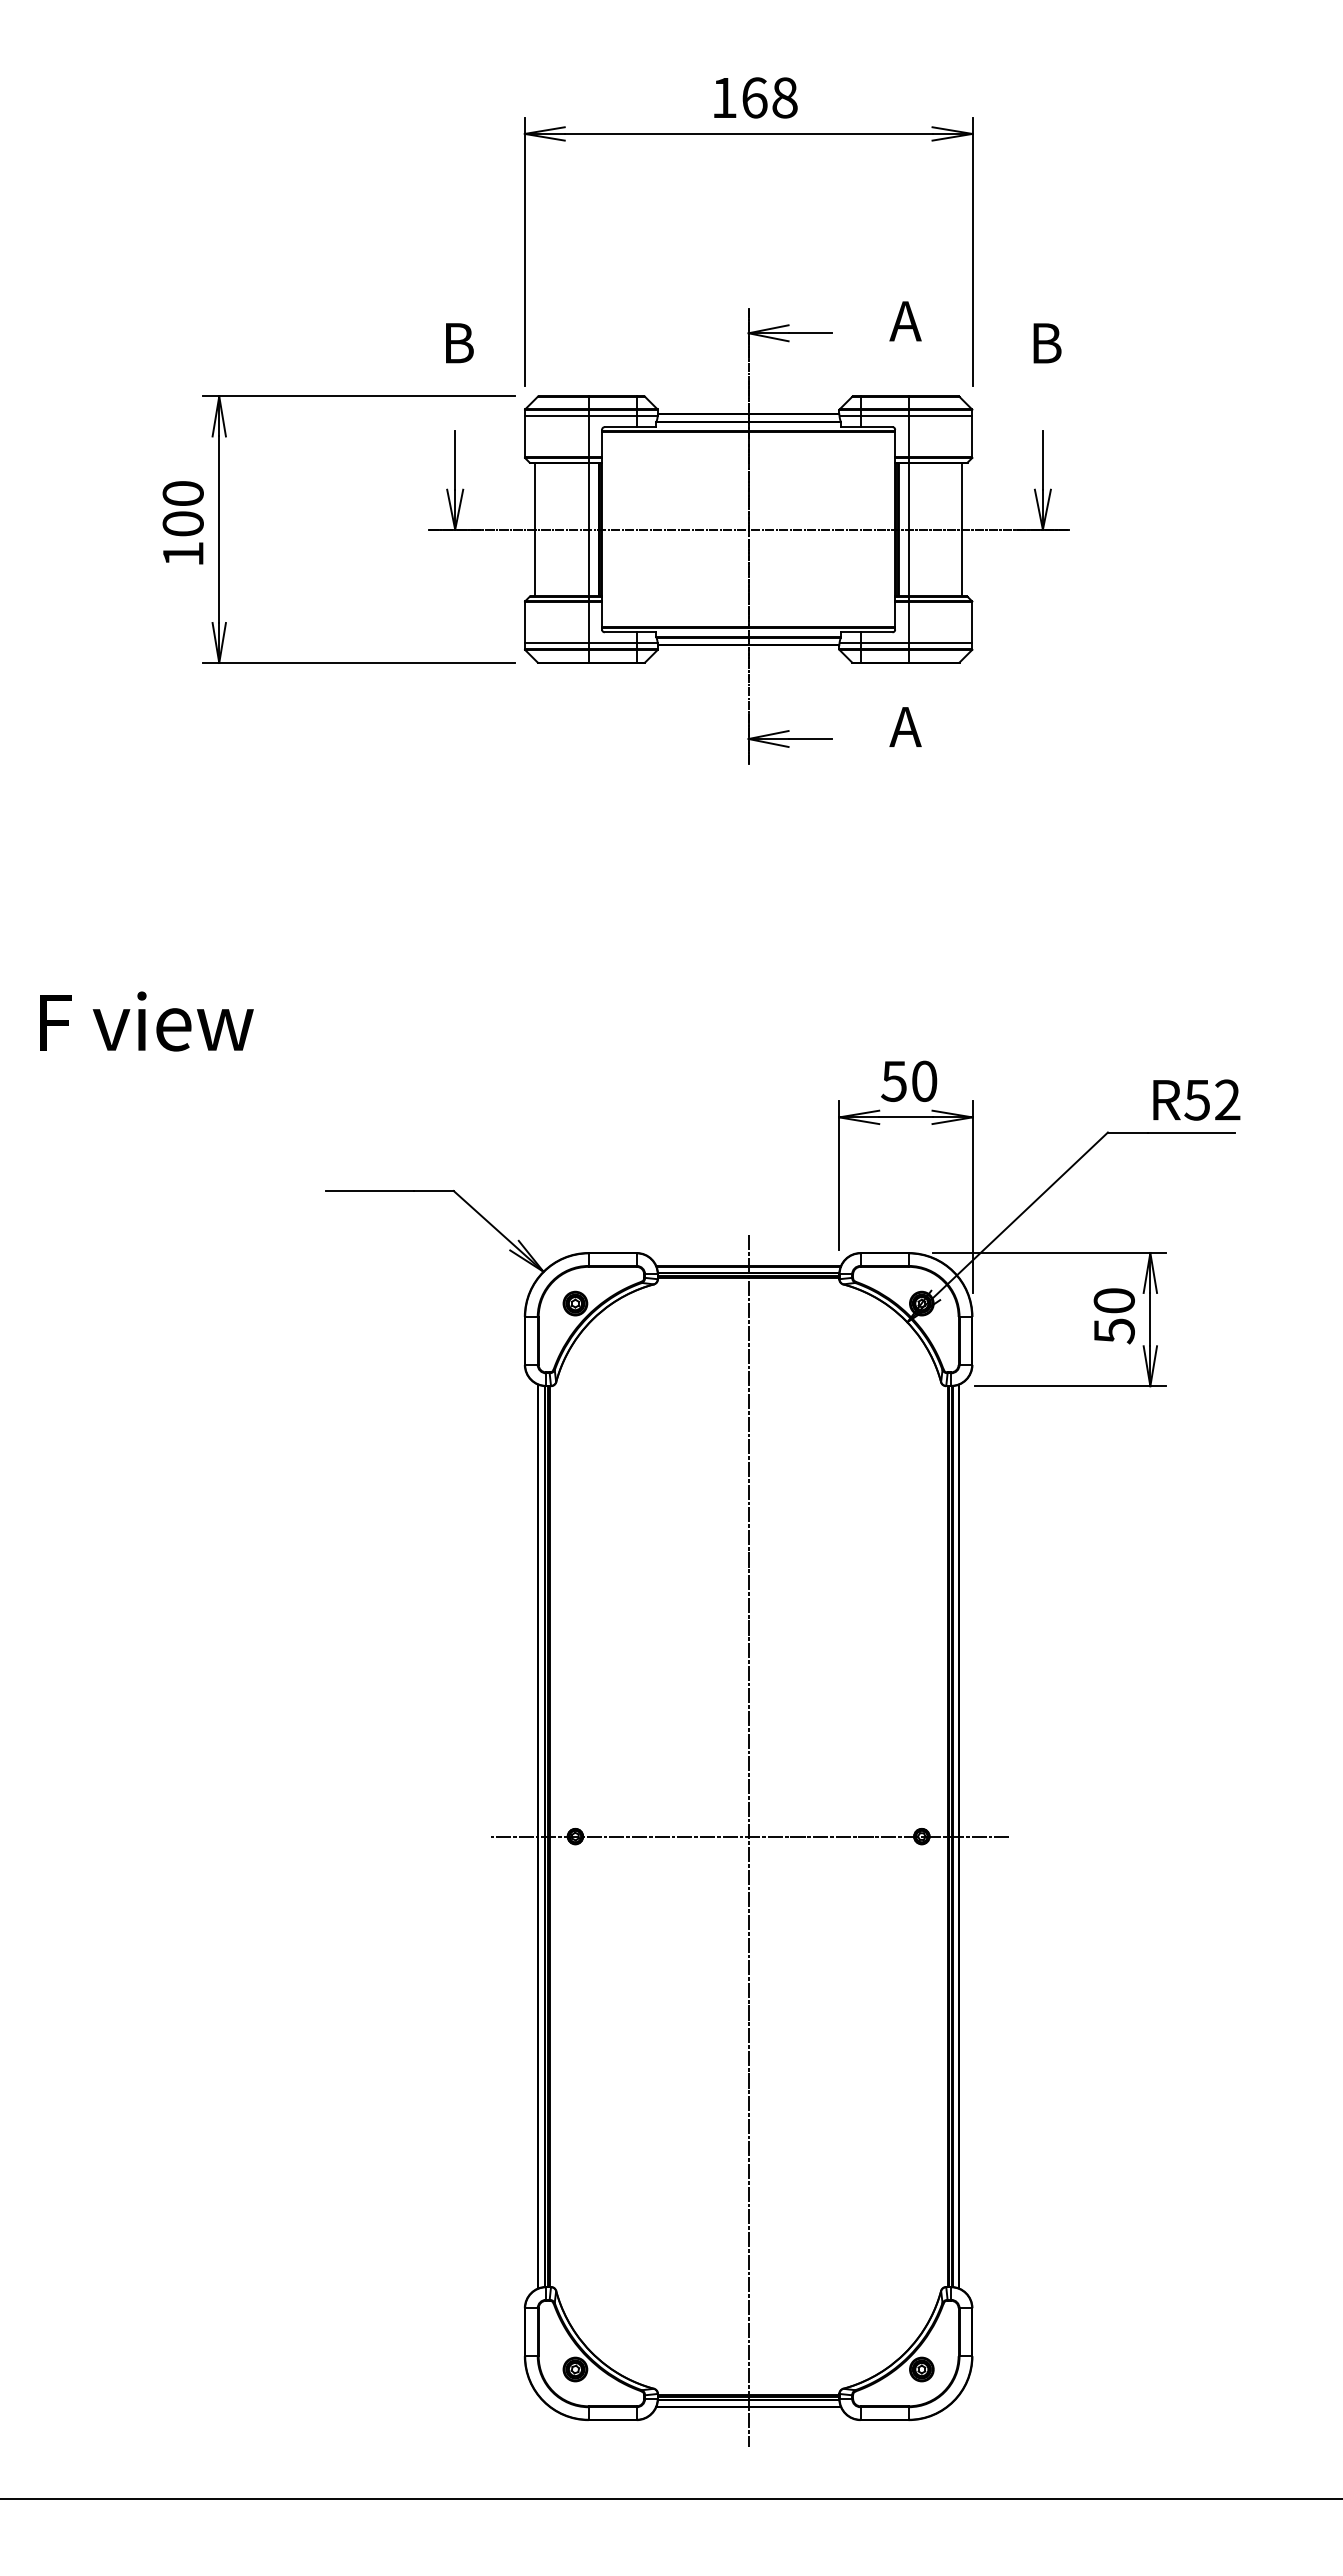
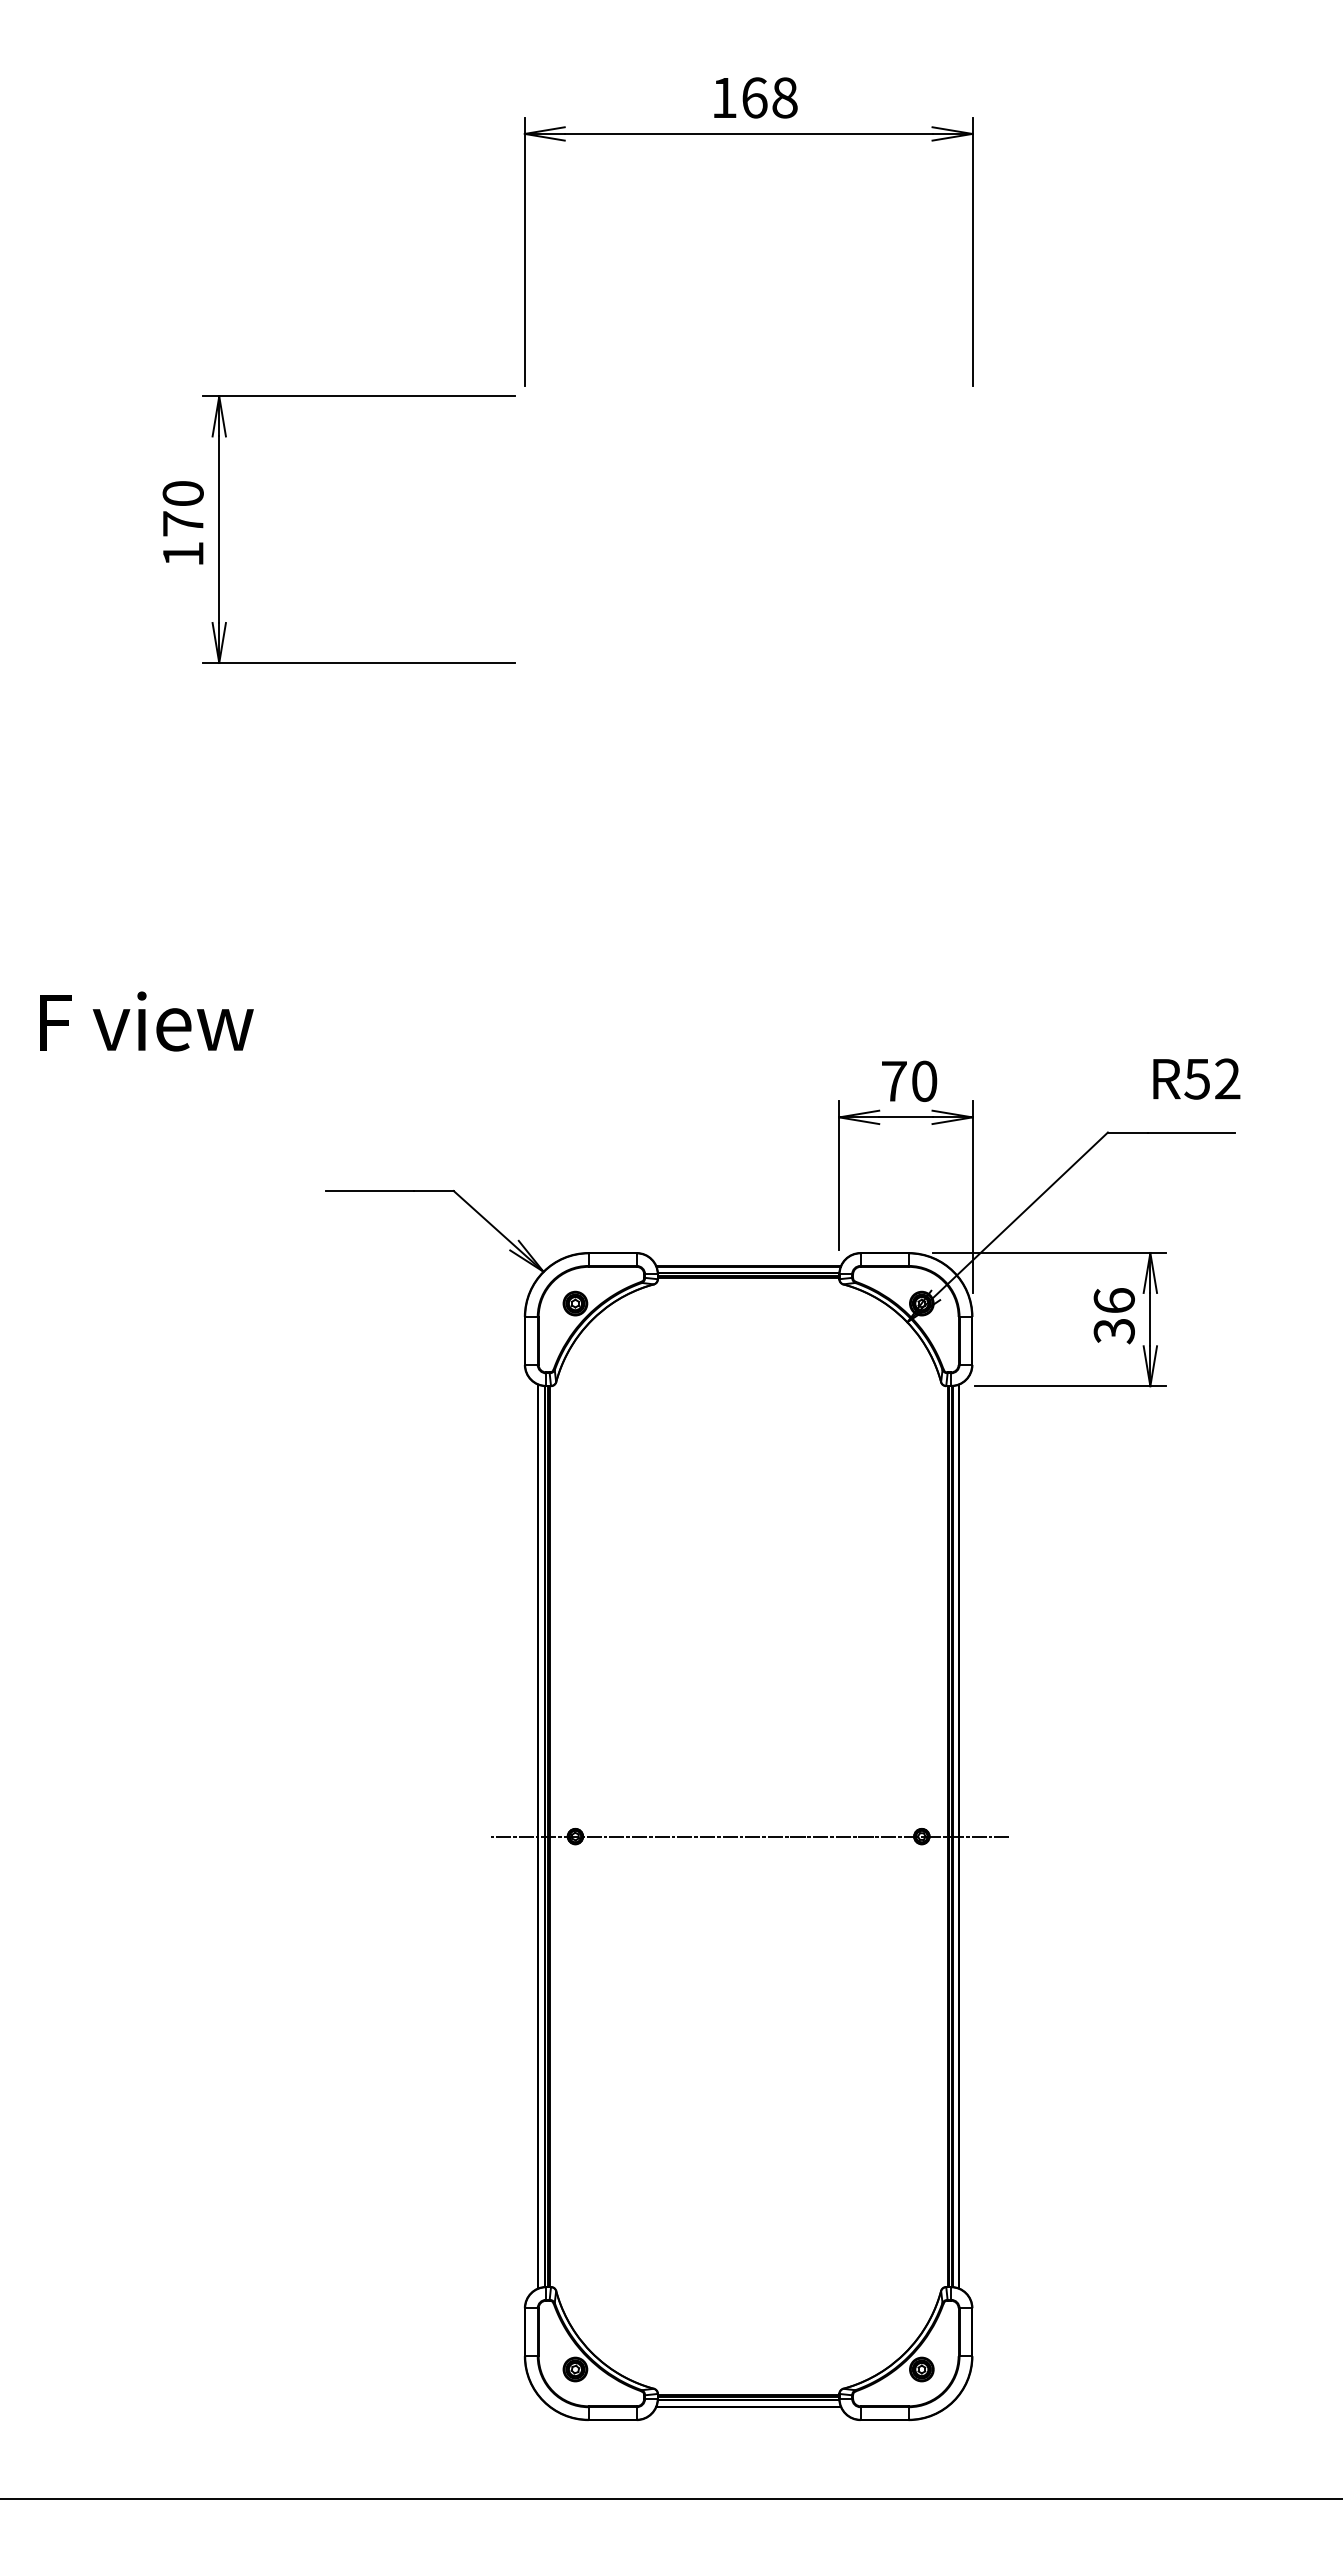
text at (182, 523): 100 -> 170
part at (748, 532): present -> none
text at (893, 1081): 50 -> 70
text at (1196, 1099) position: (1196, 1099) -> (1196, 1078)
text at (1113, 1316): 50 -> 36
line at (748, 1841): present -> none
